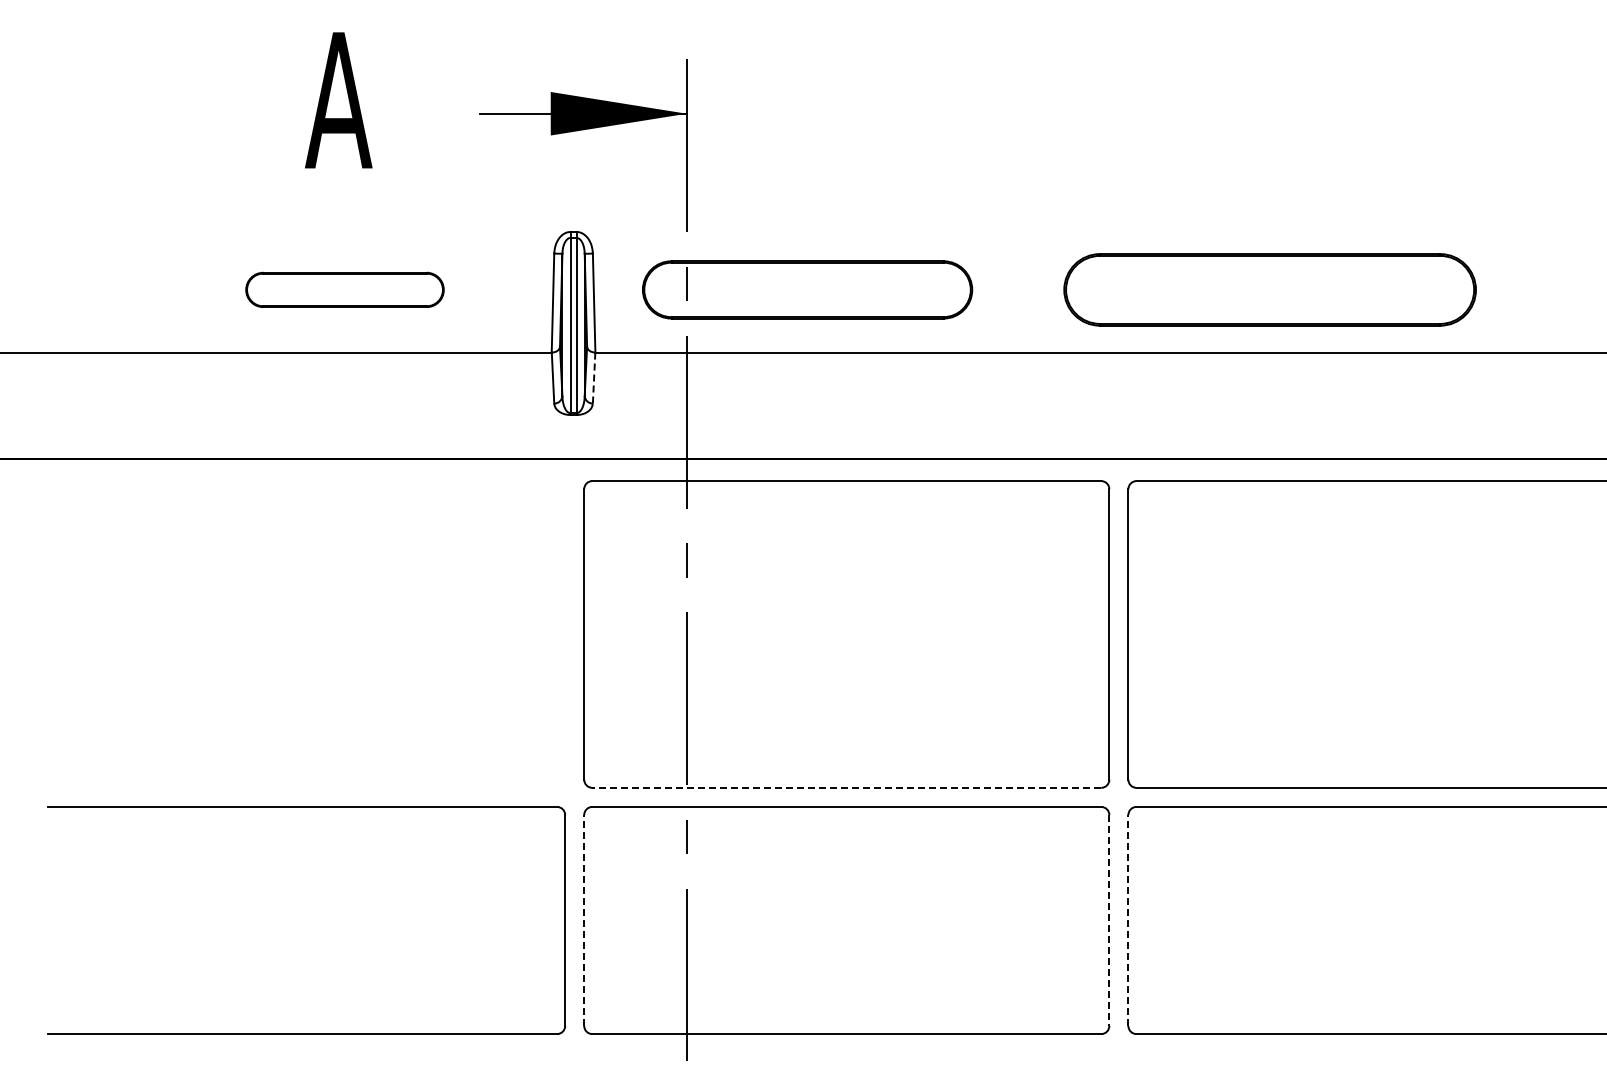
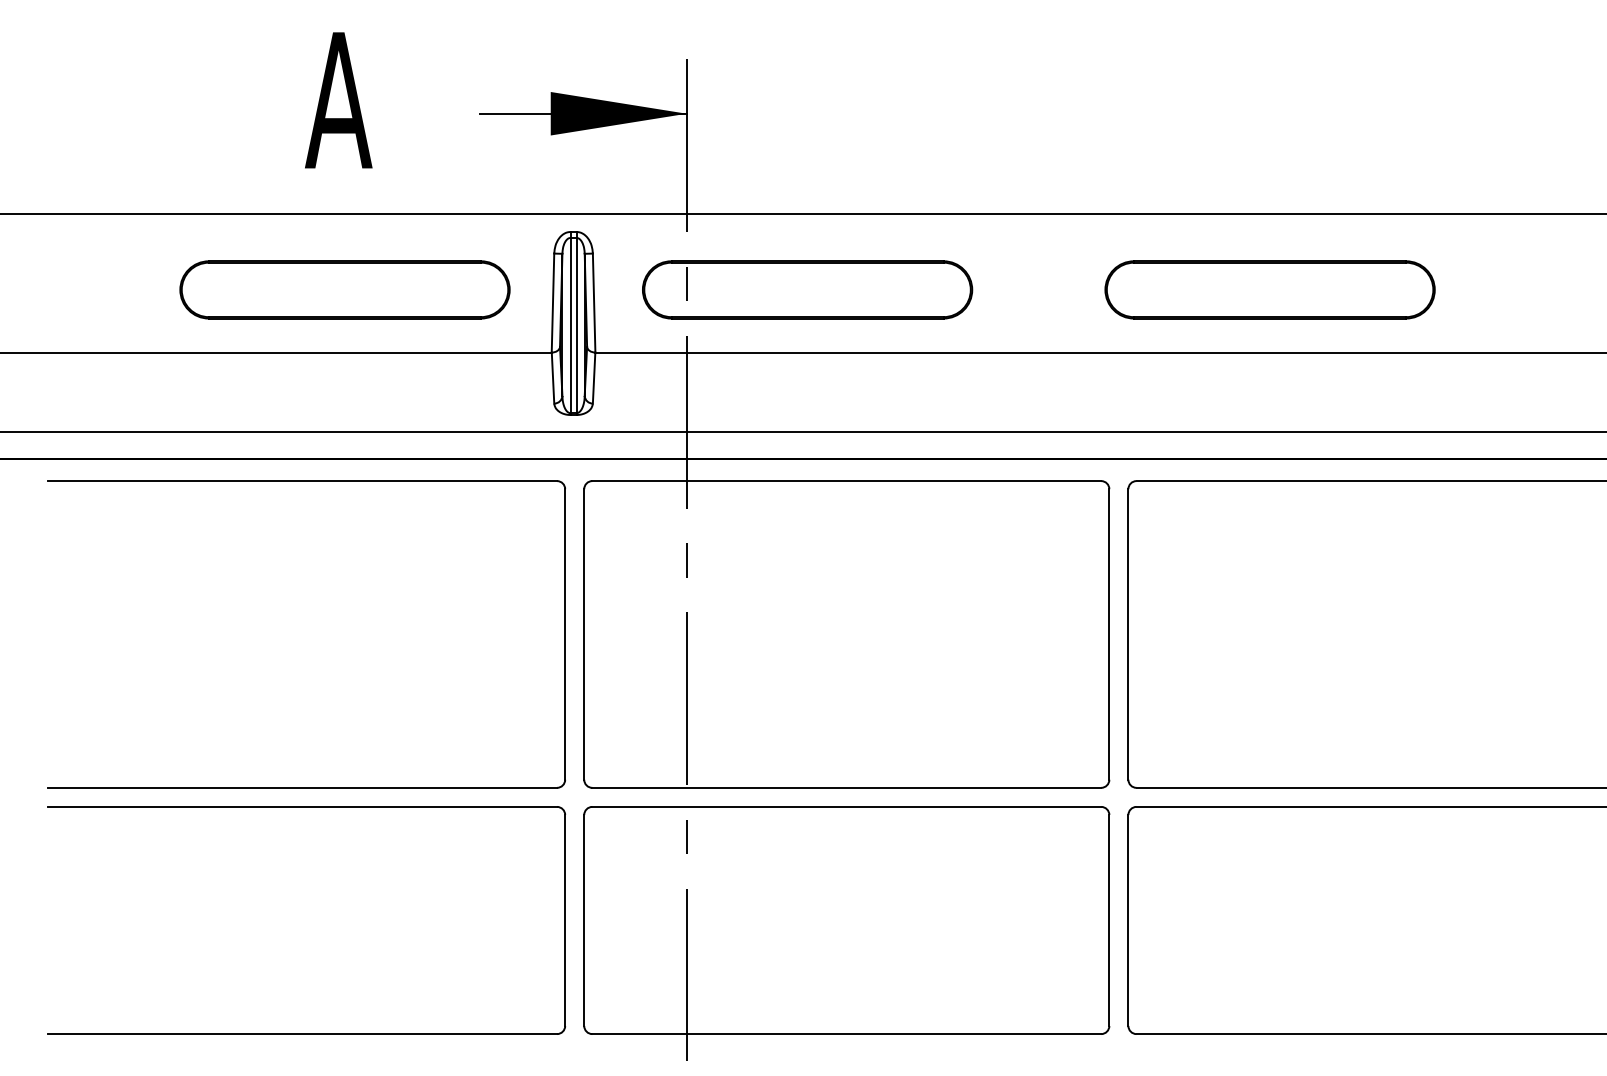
line at (802, 213): none -> present
part at (344, 289) size: 200x37 px -> 332x60 px
part at (1269, 289) size: 414x74 px -> 332x60 px
line at (594, 378): dashed -> solid
line at (802, 432): none -> present
part at (306, 481): none -> present
line at (846, 787): dashed -> solid
line at (584, 920): dashed -> solid
line at (1128, 920): dashed -> solid
line at (1109, 921): dashed -> solid
